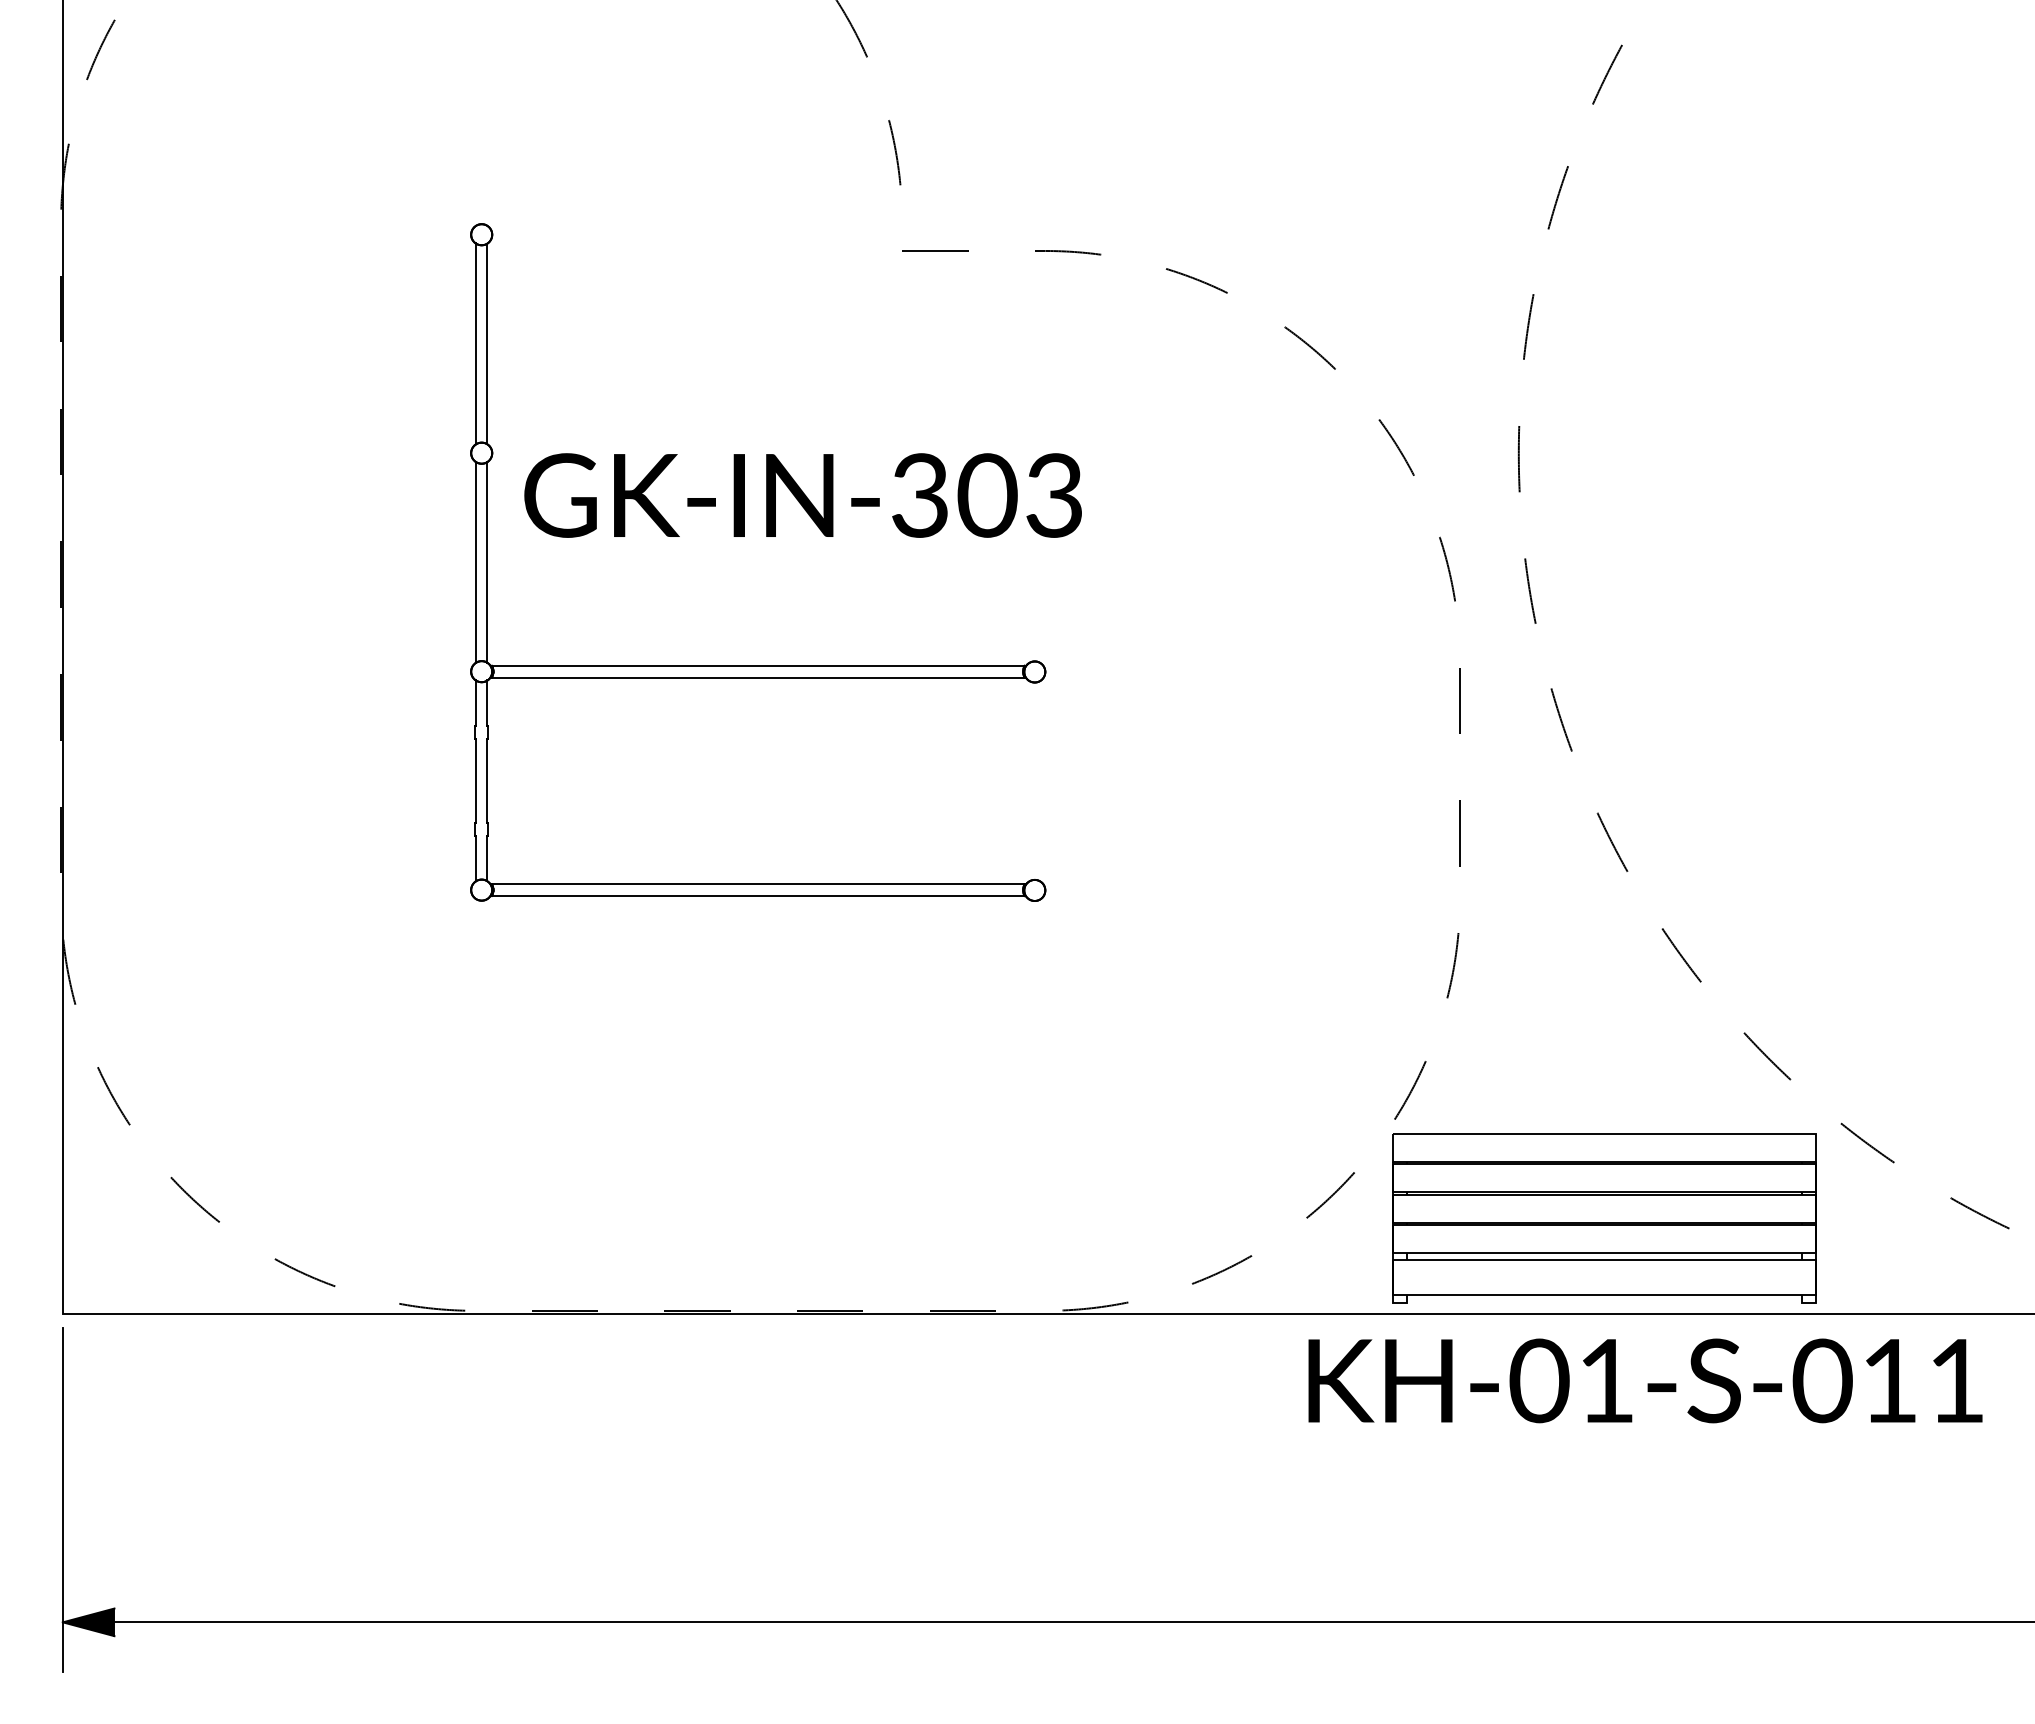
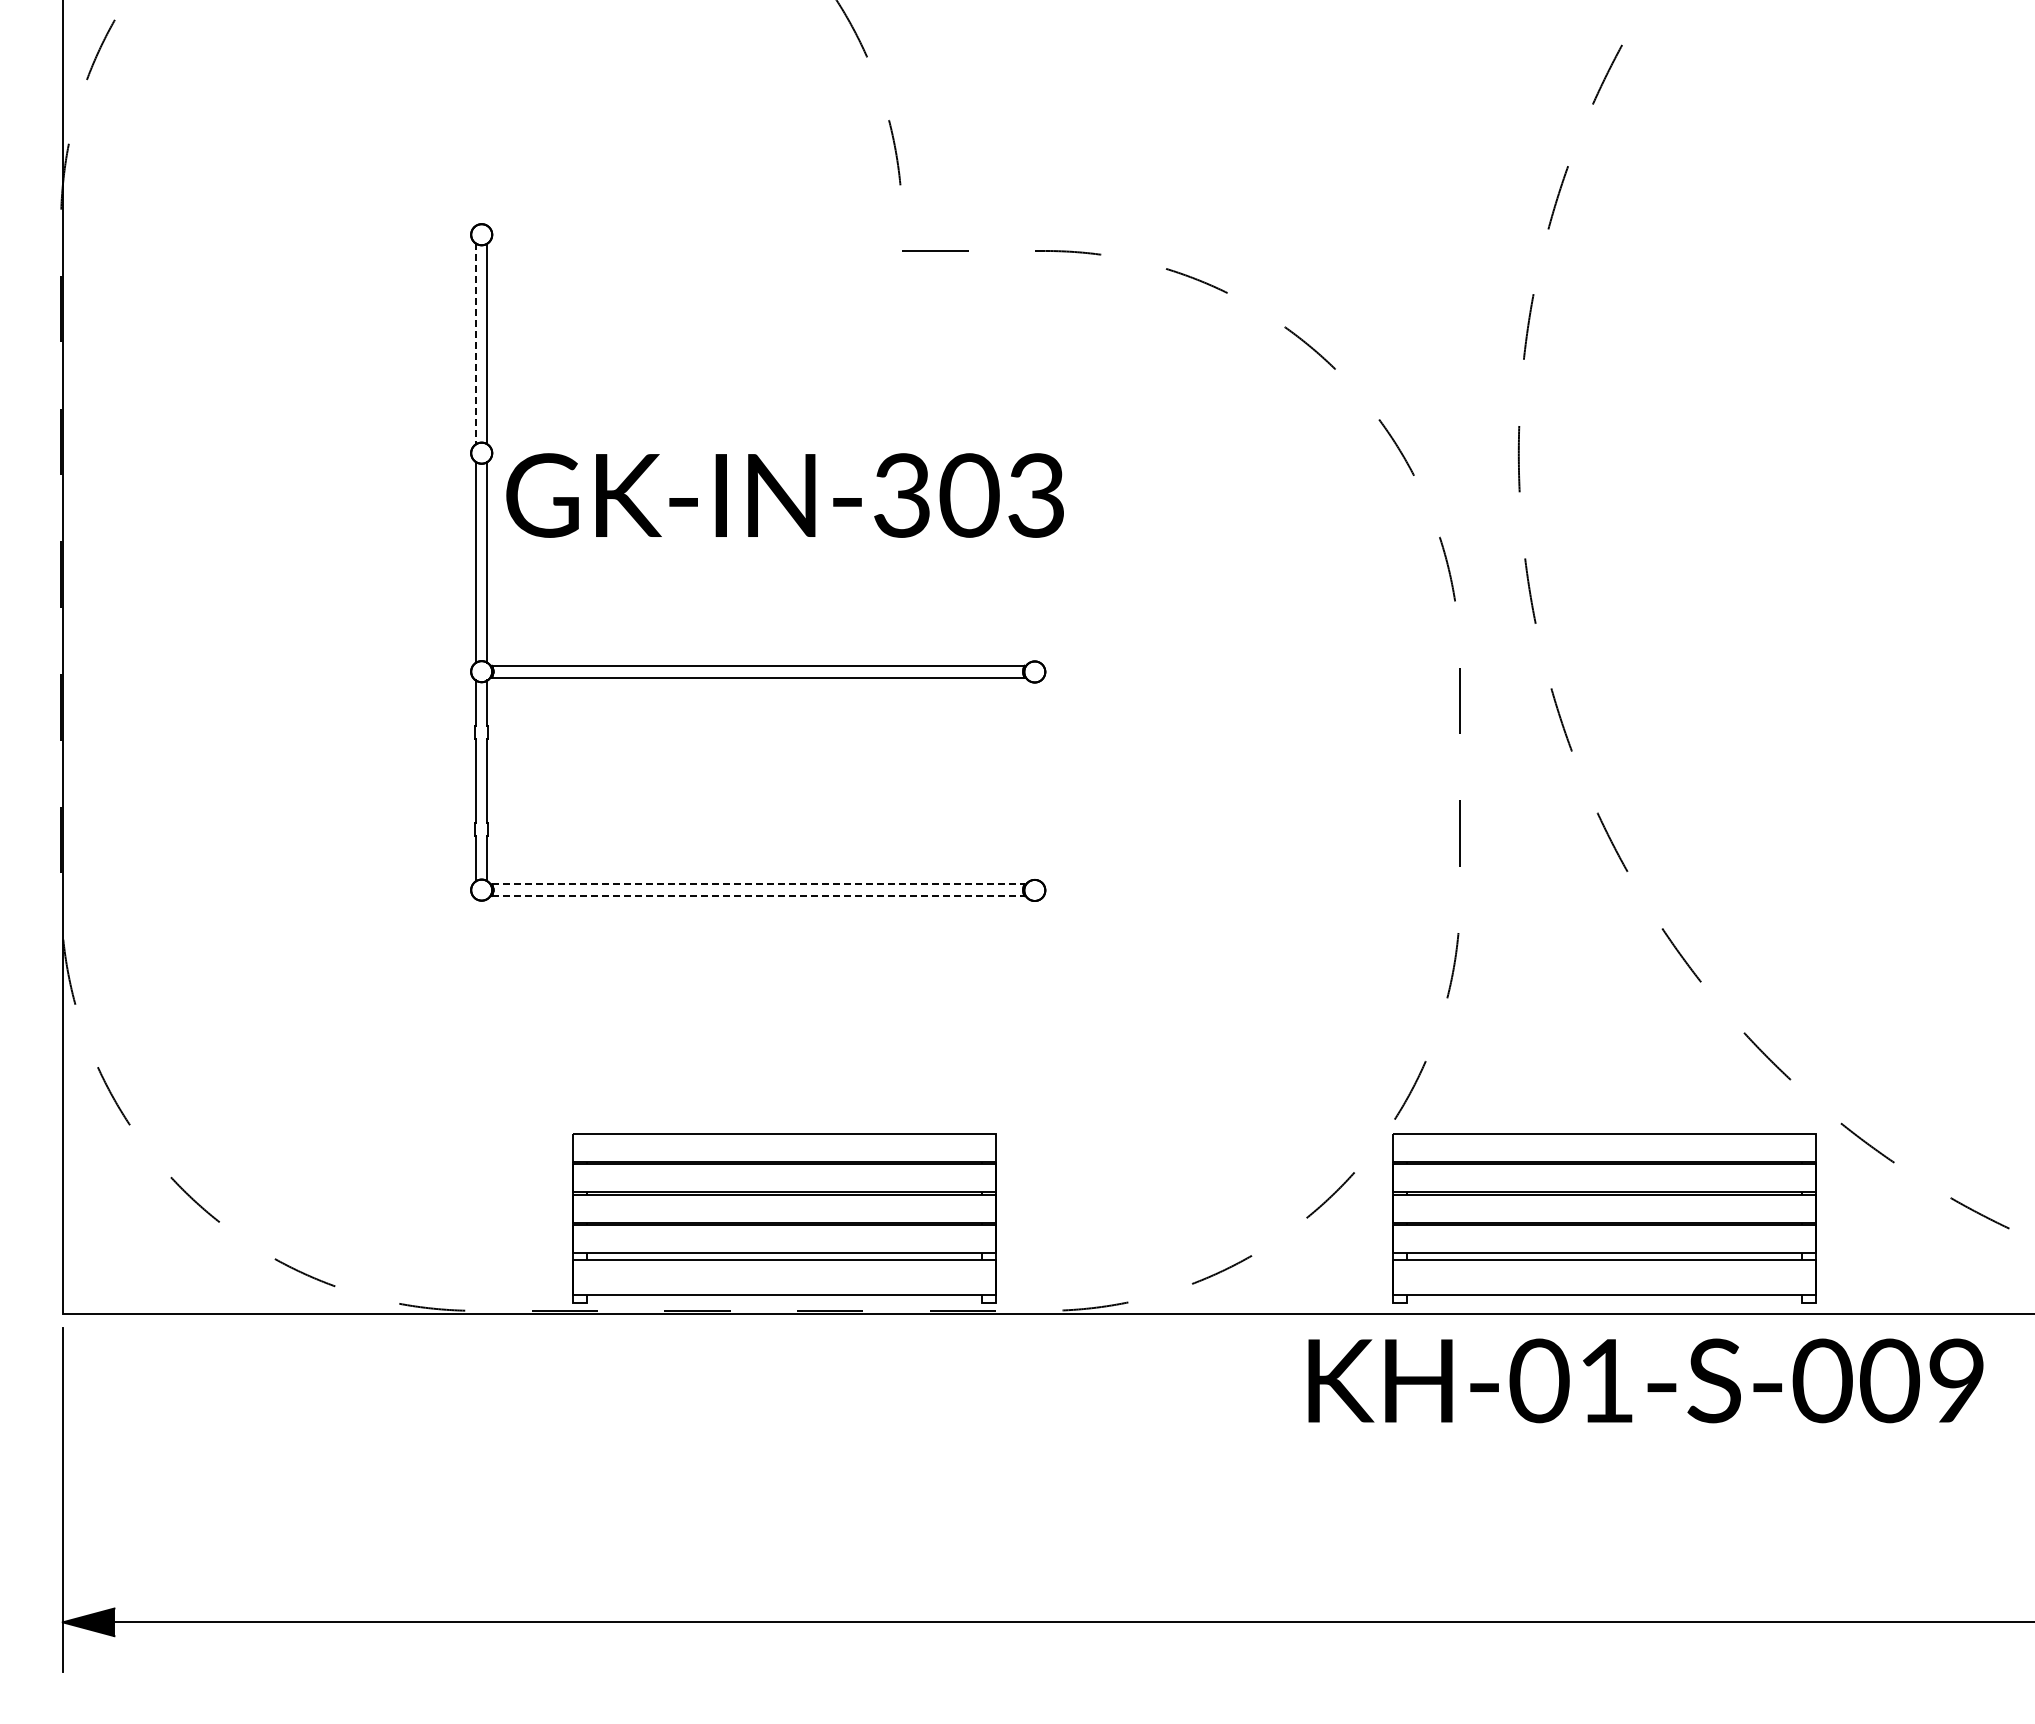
line at (475, 344): solid -> dashed
text at (802, 495) position: (802, 495) -> (784, 495)
line at (758, 884): solid -> dashed
line at (758, 896): solid -> dashed
part at (784, 1218): none -> present
text at (1921, 1380): KH-01-S-011 -> KH-01-S-009
